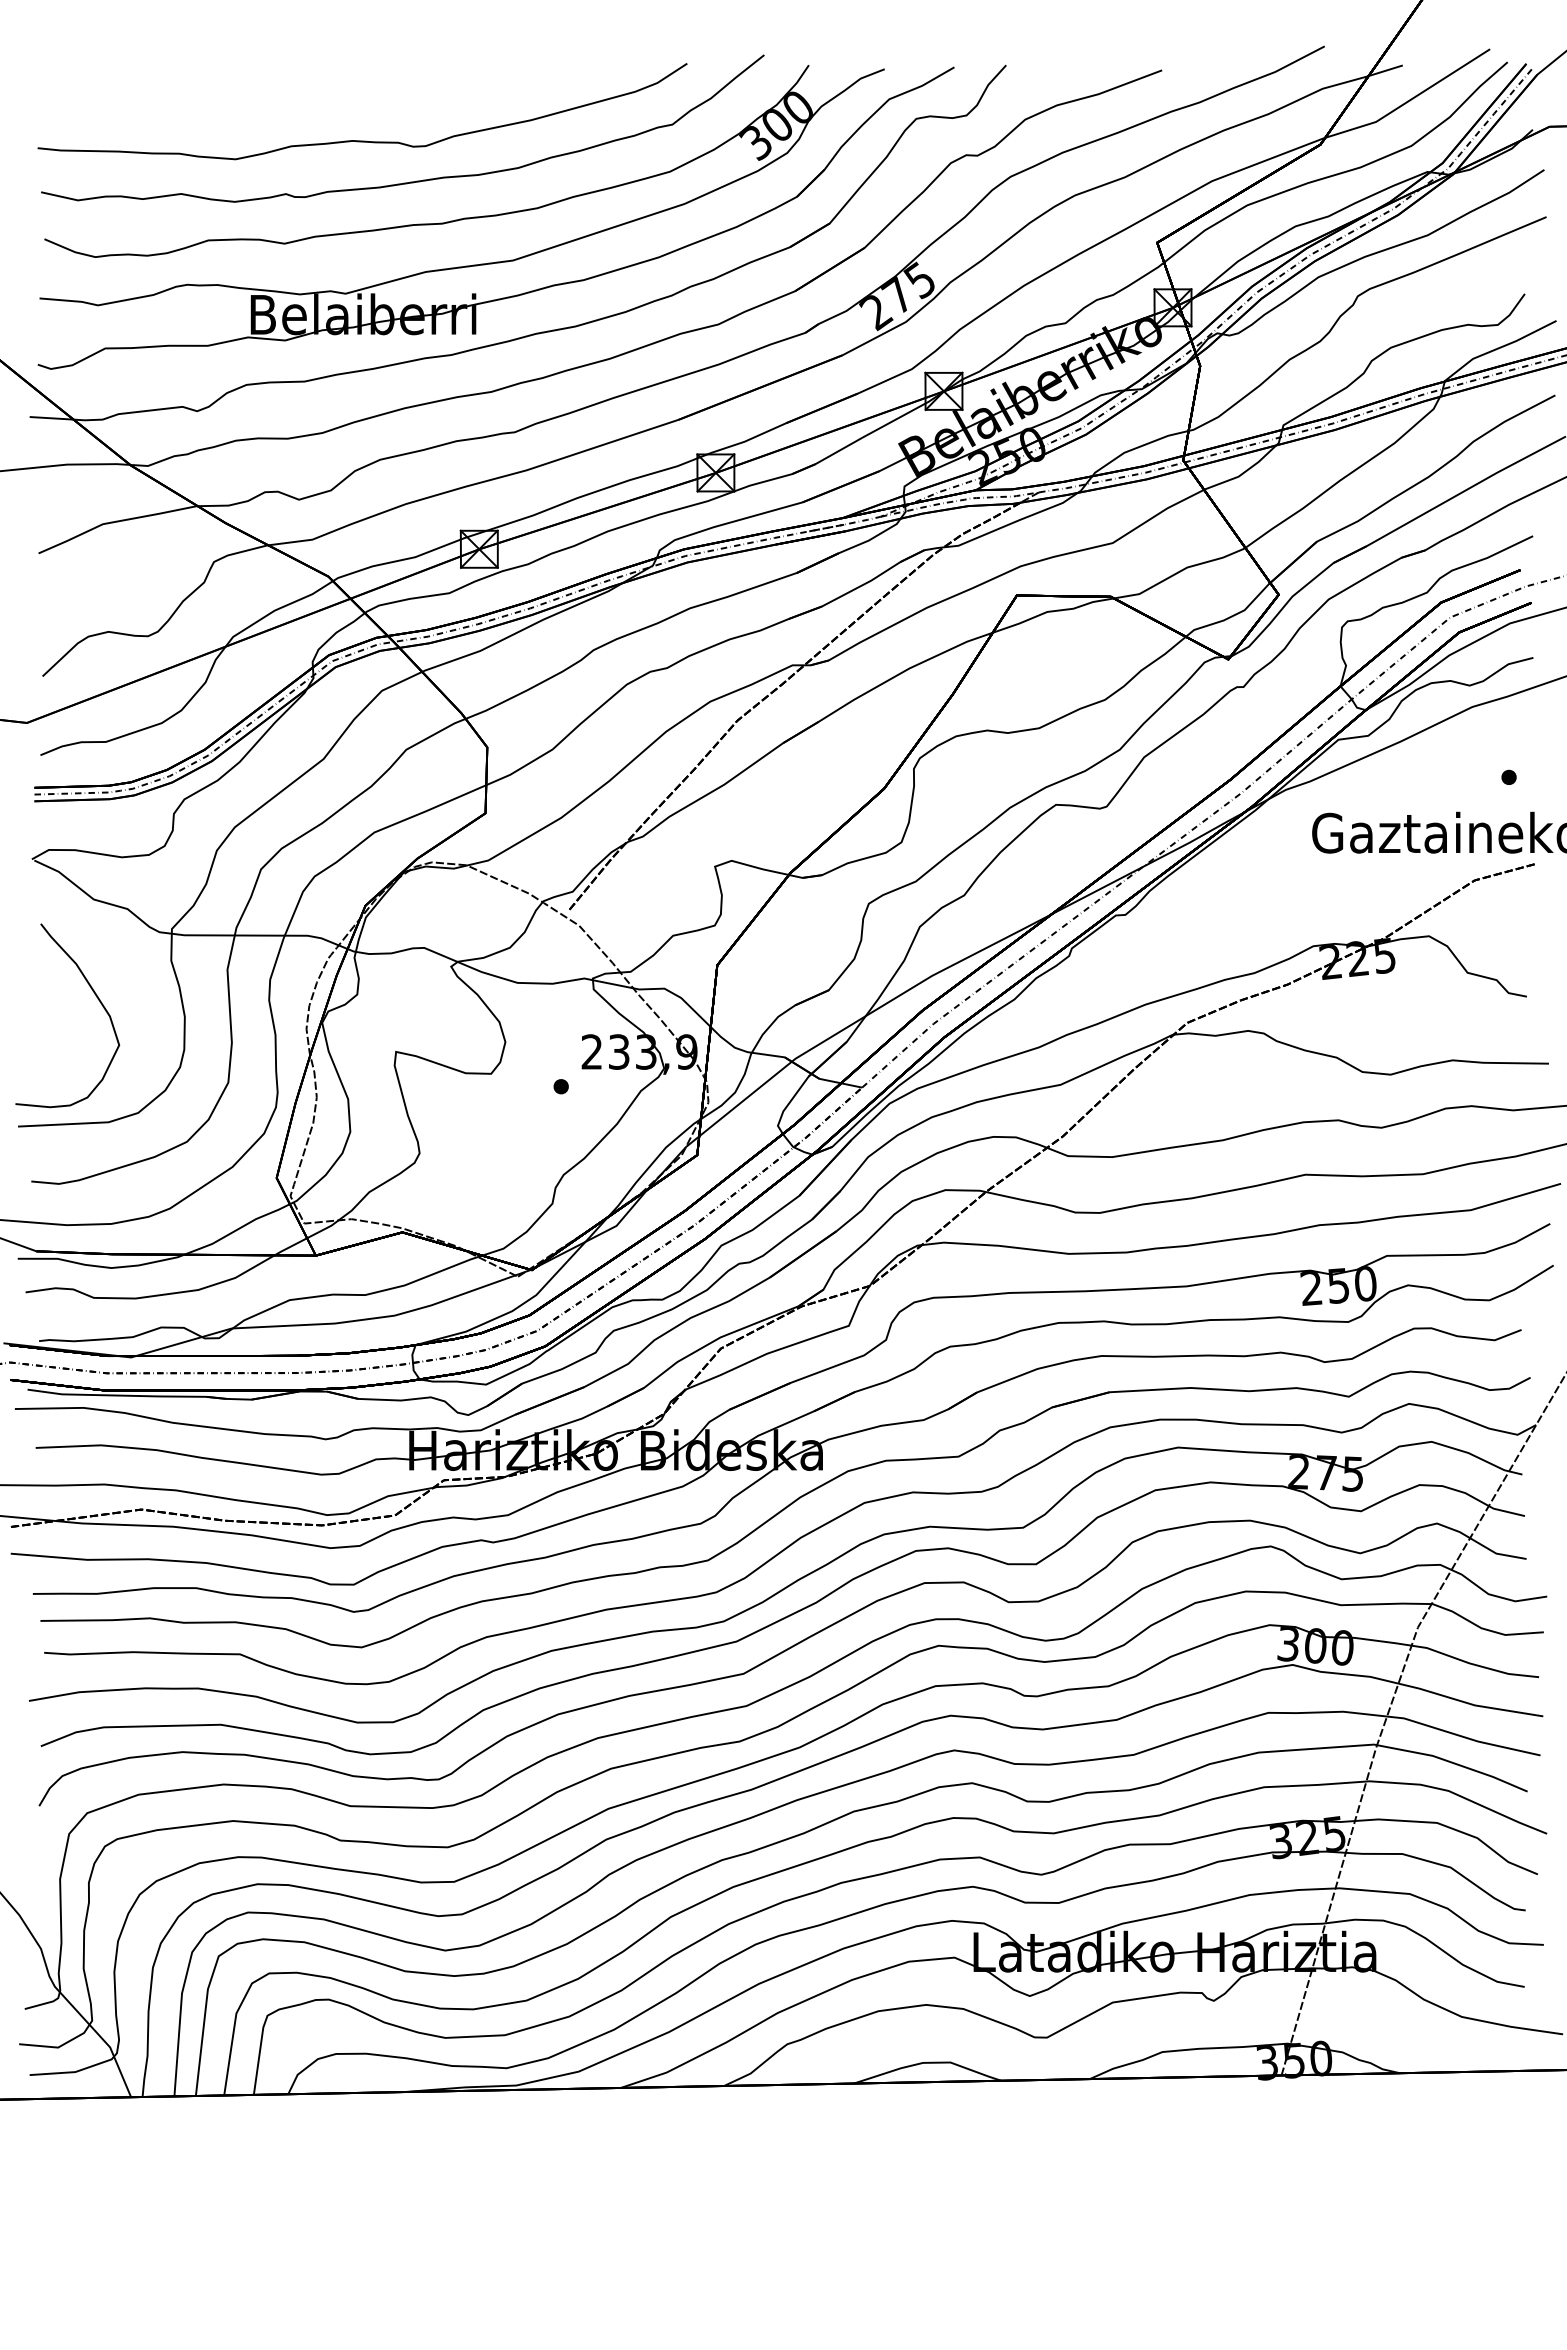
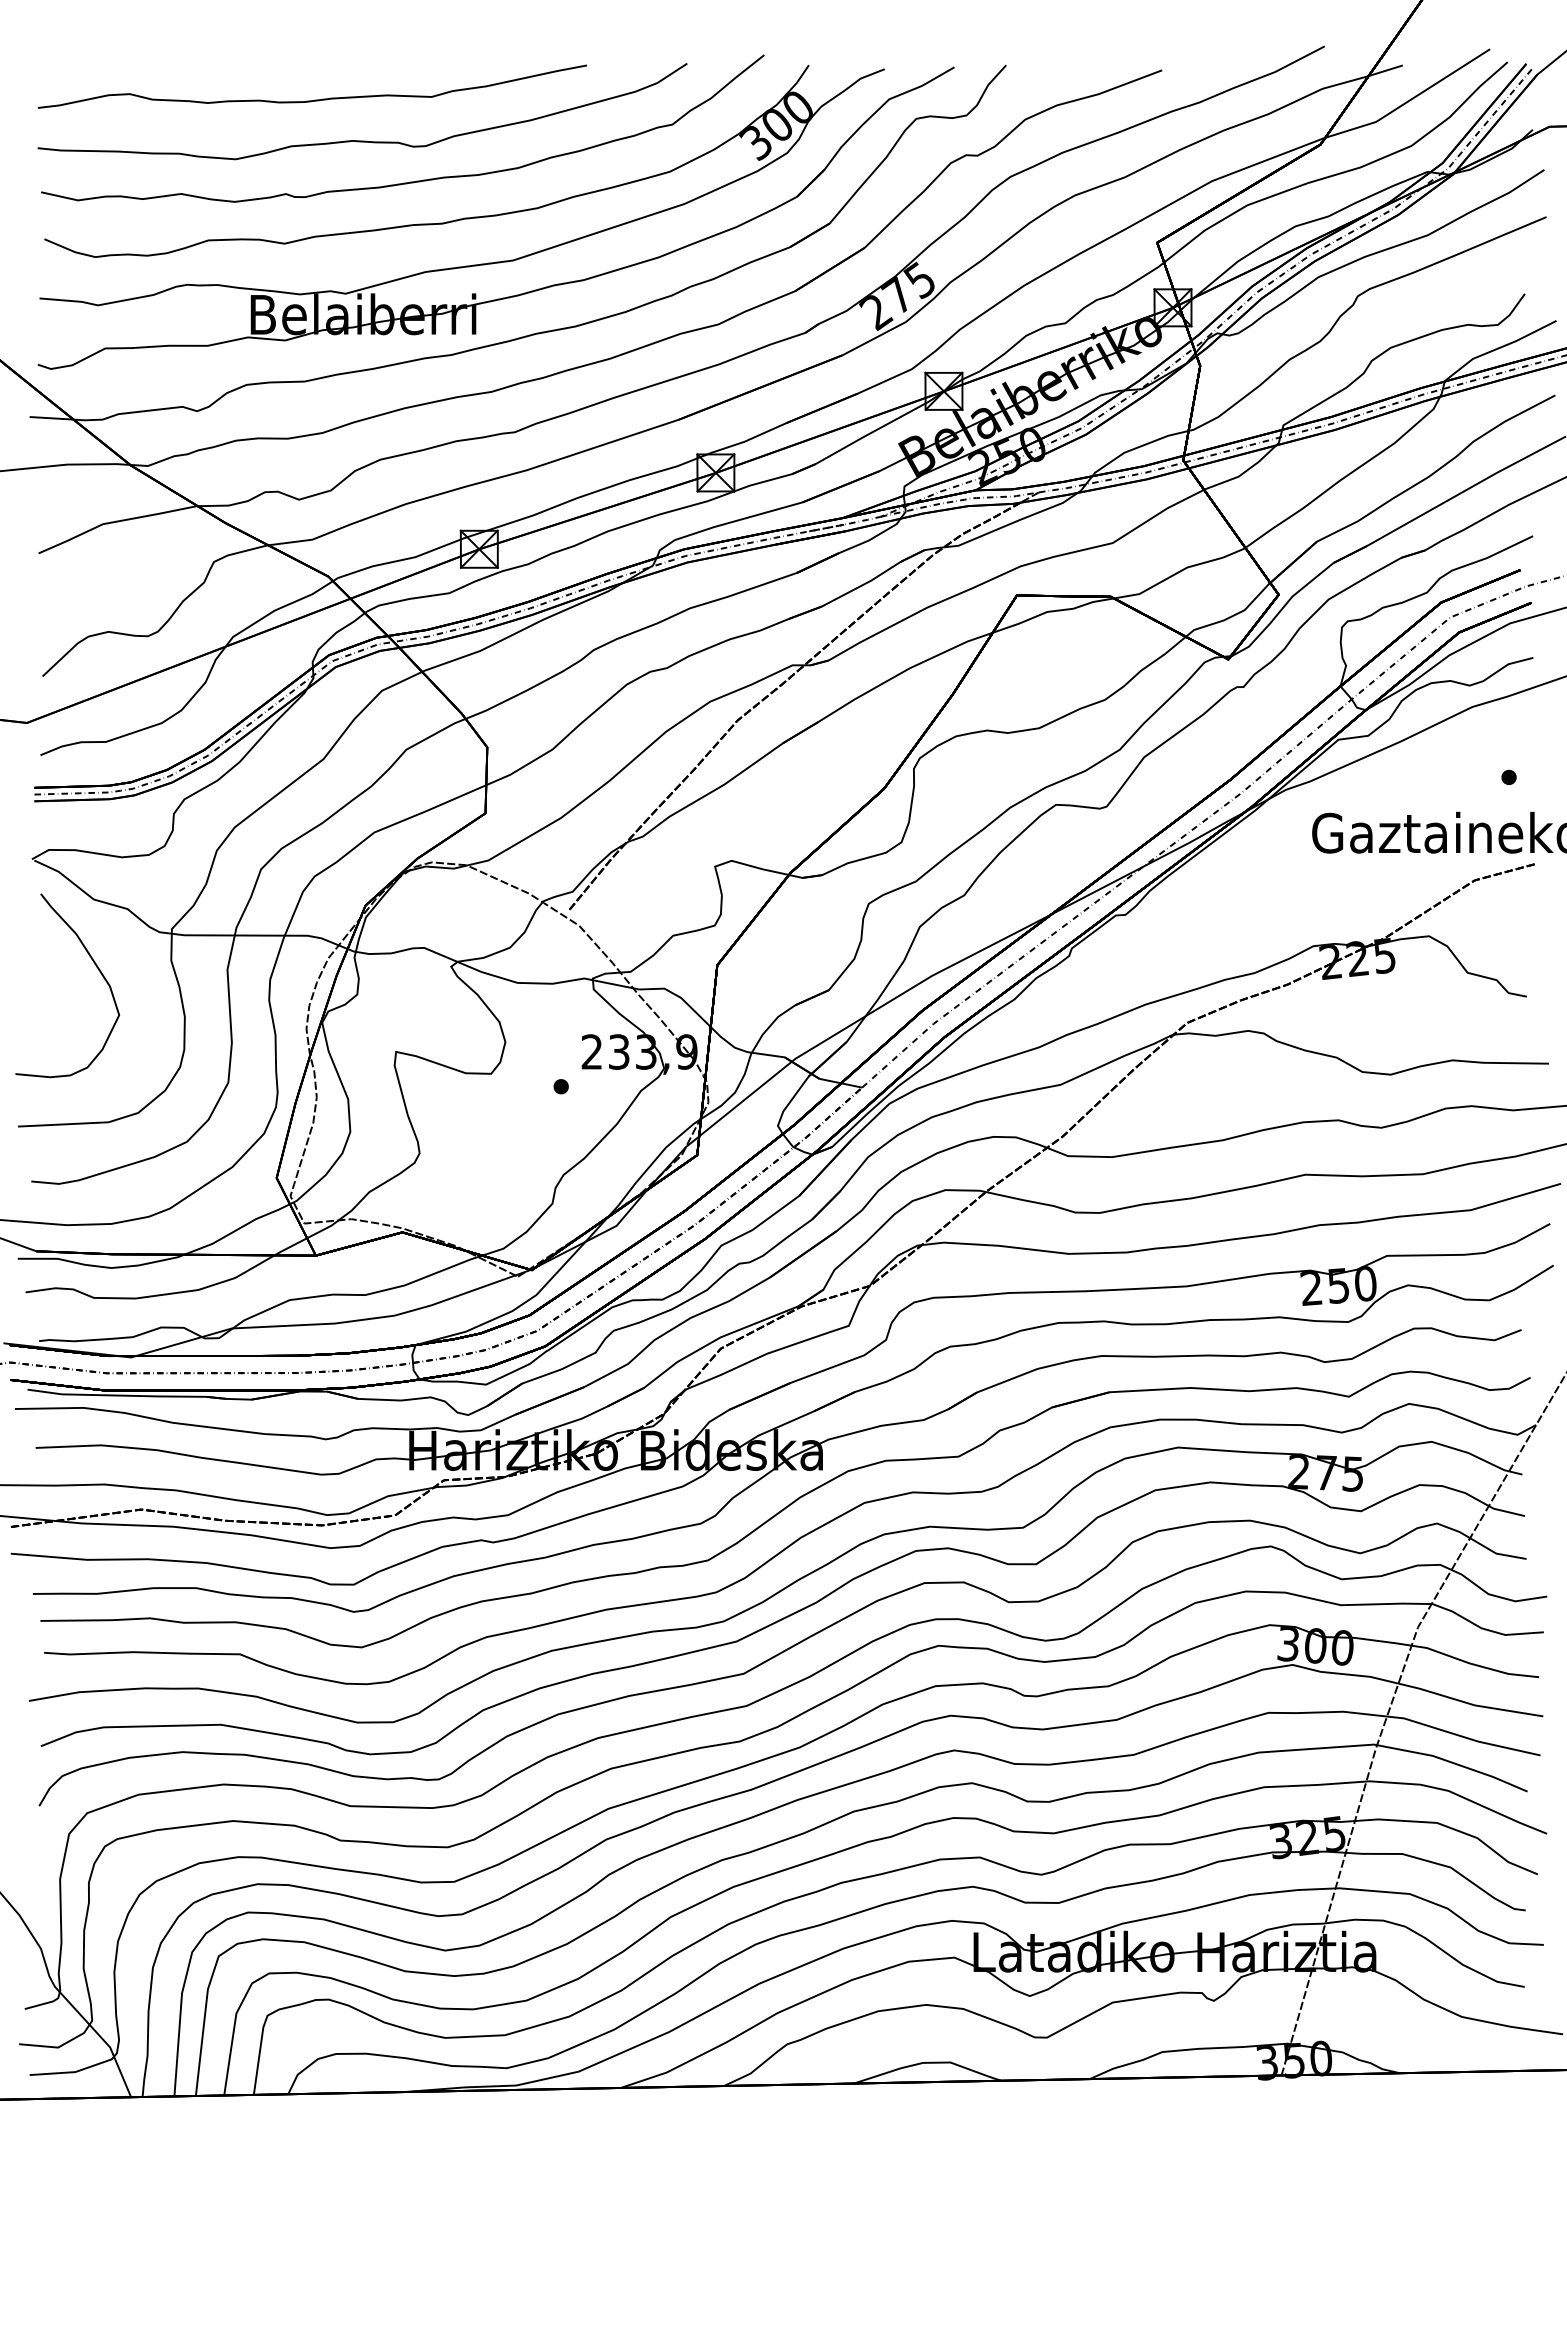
curve at (314, 99): none -> present
curve at (96, 997) position: (96, 997) -> (96, 967)
